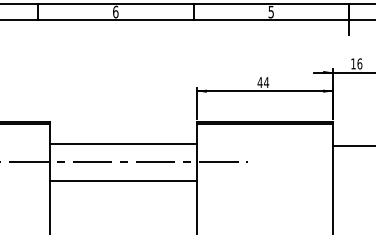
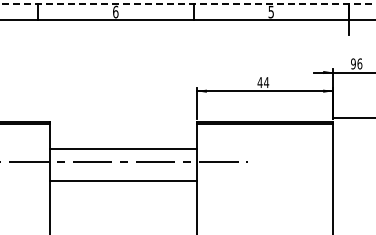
line at (188, 4): solid -> dashed
text at (353, 63): 16 -> 96
line at (123, 143) position: (123, 143) -> (123, 148)
line at (352, 145) position: (352, 145) -> (352, 117)
